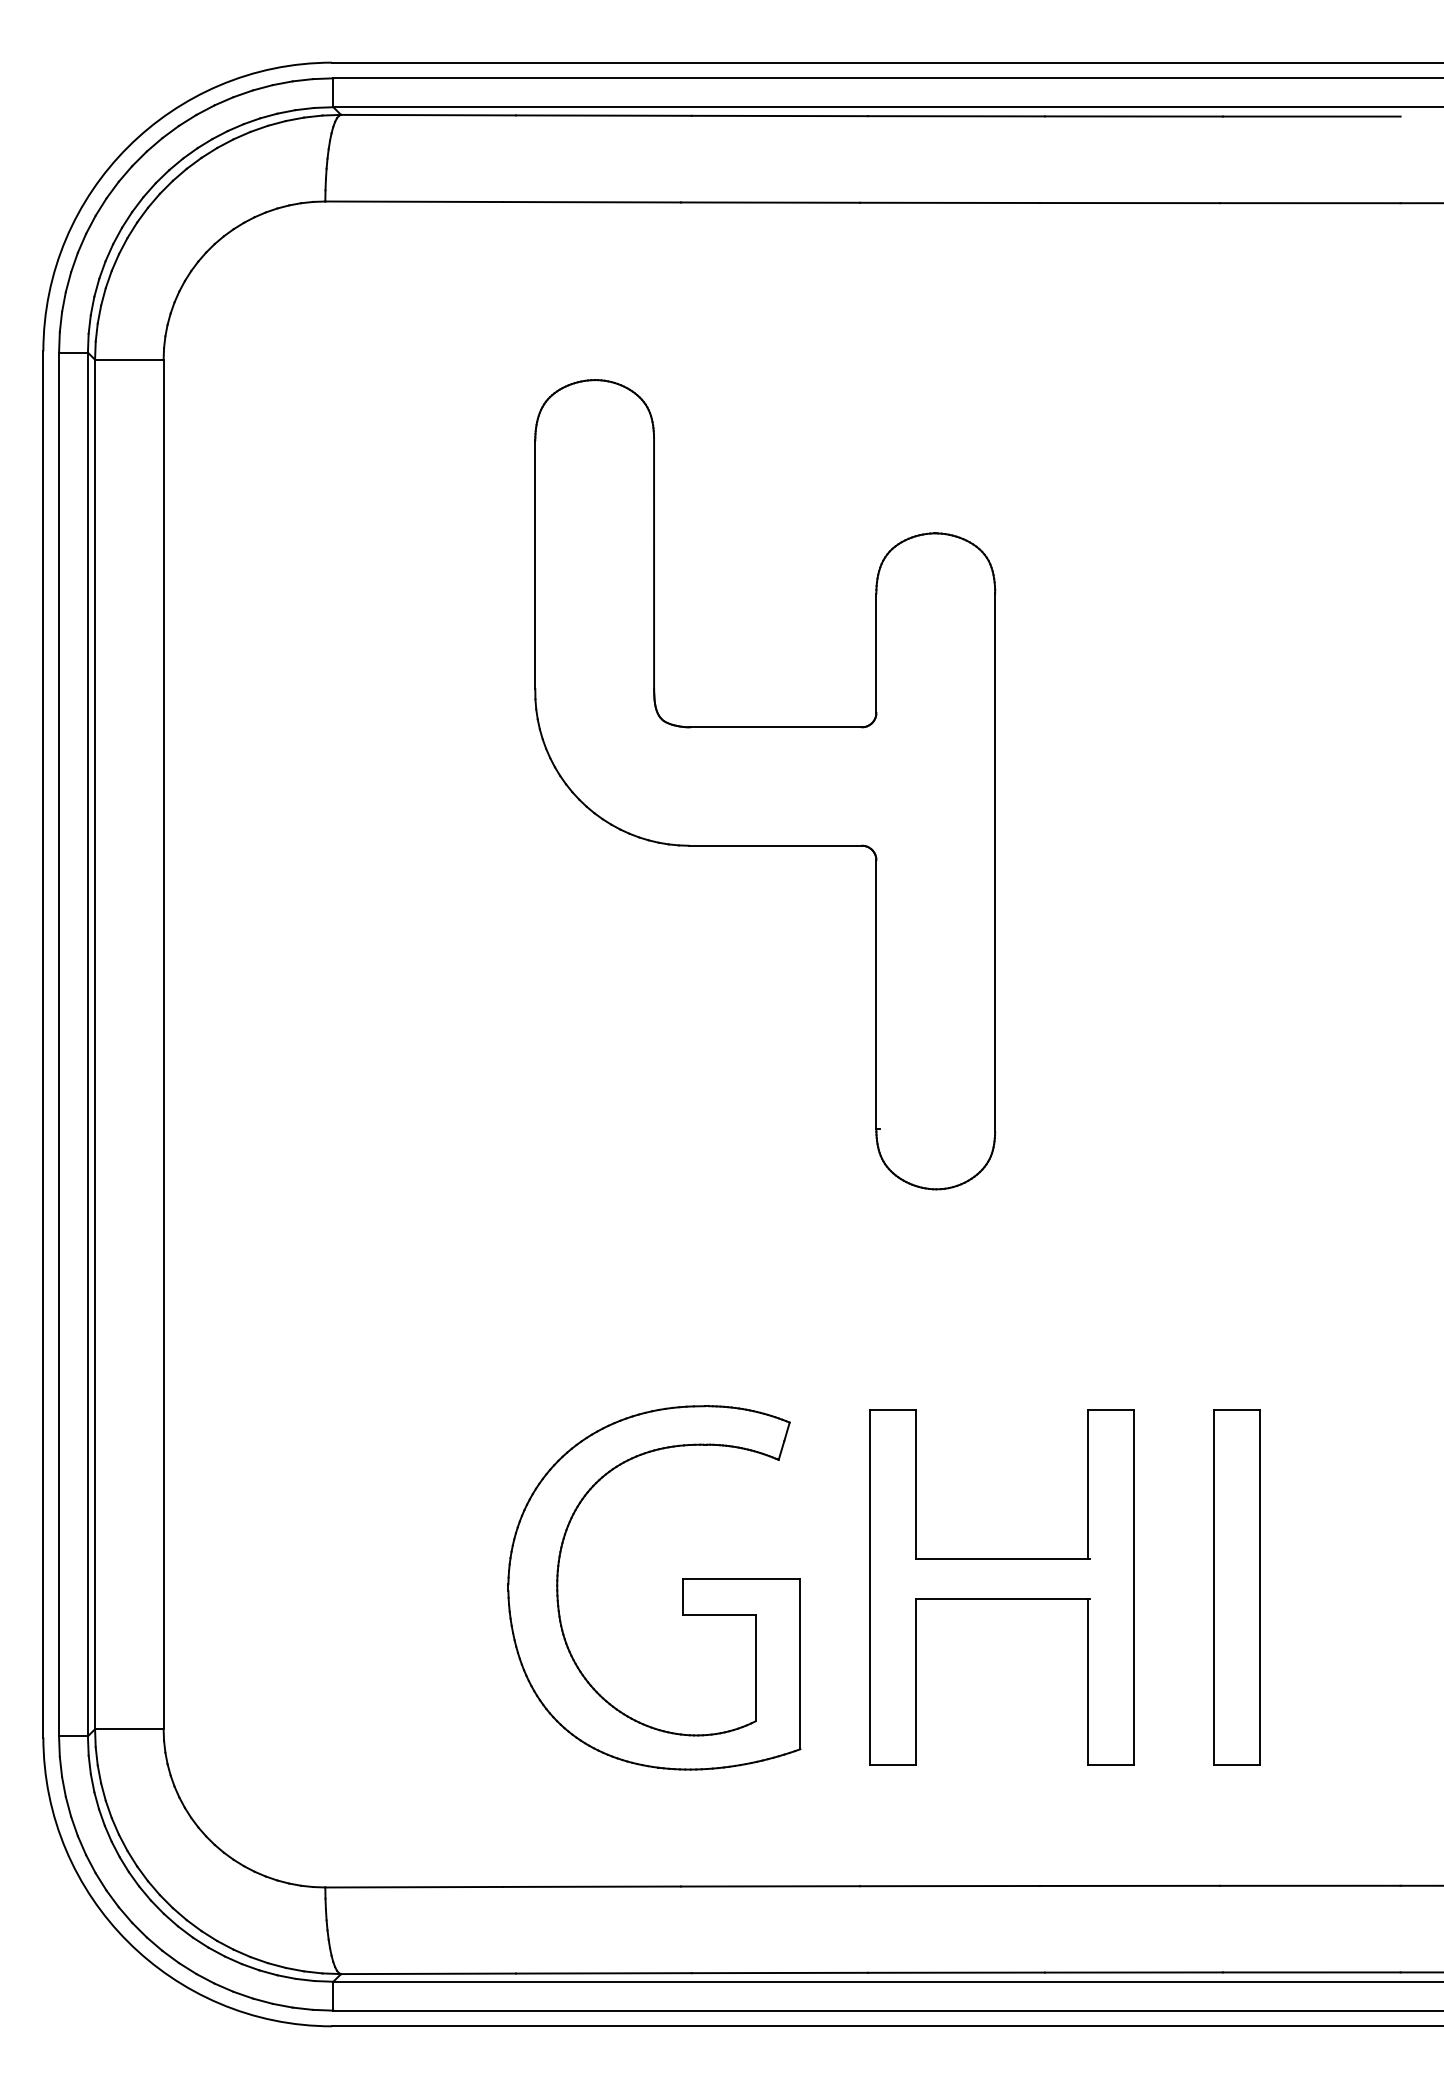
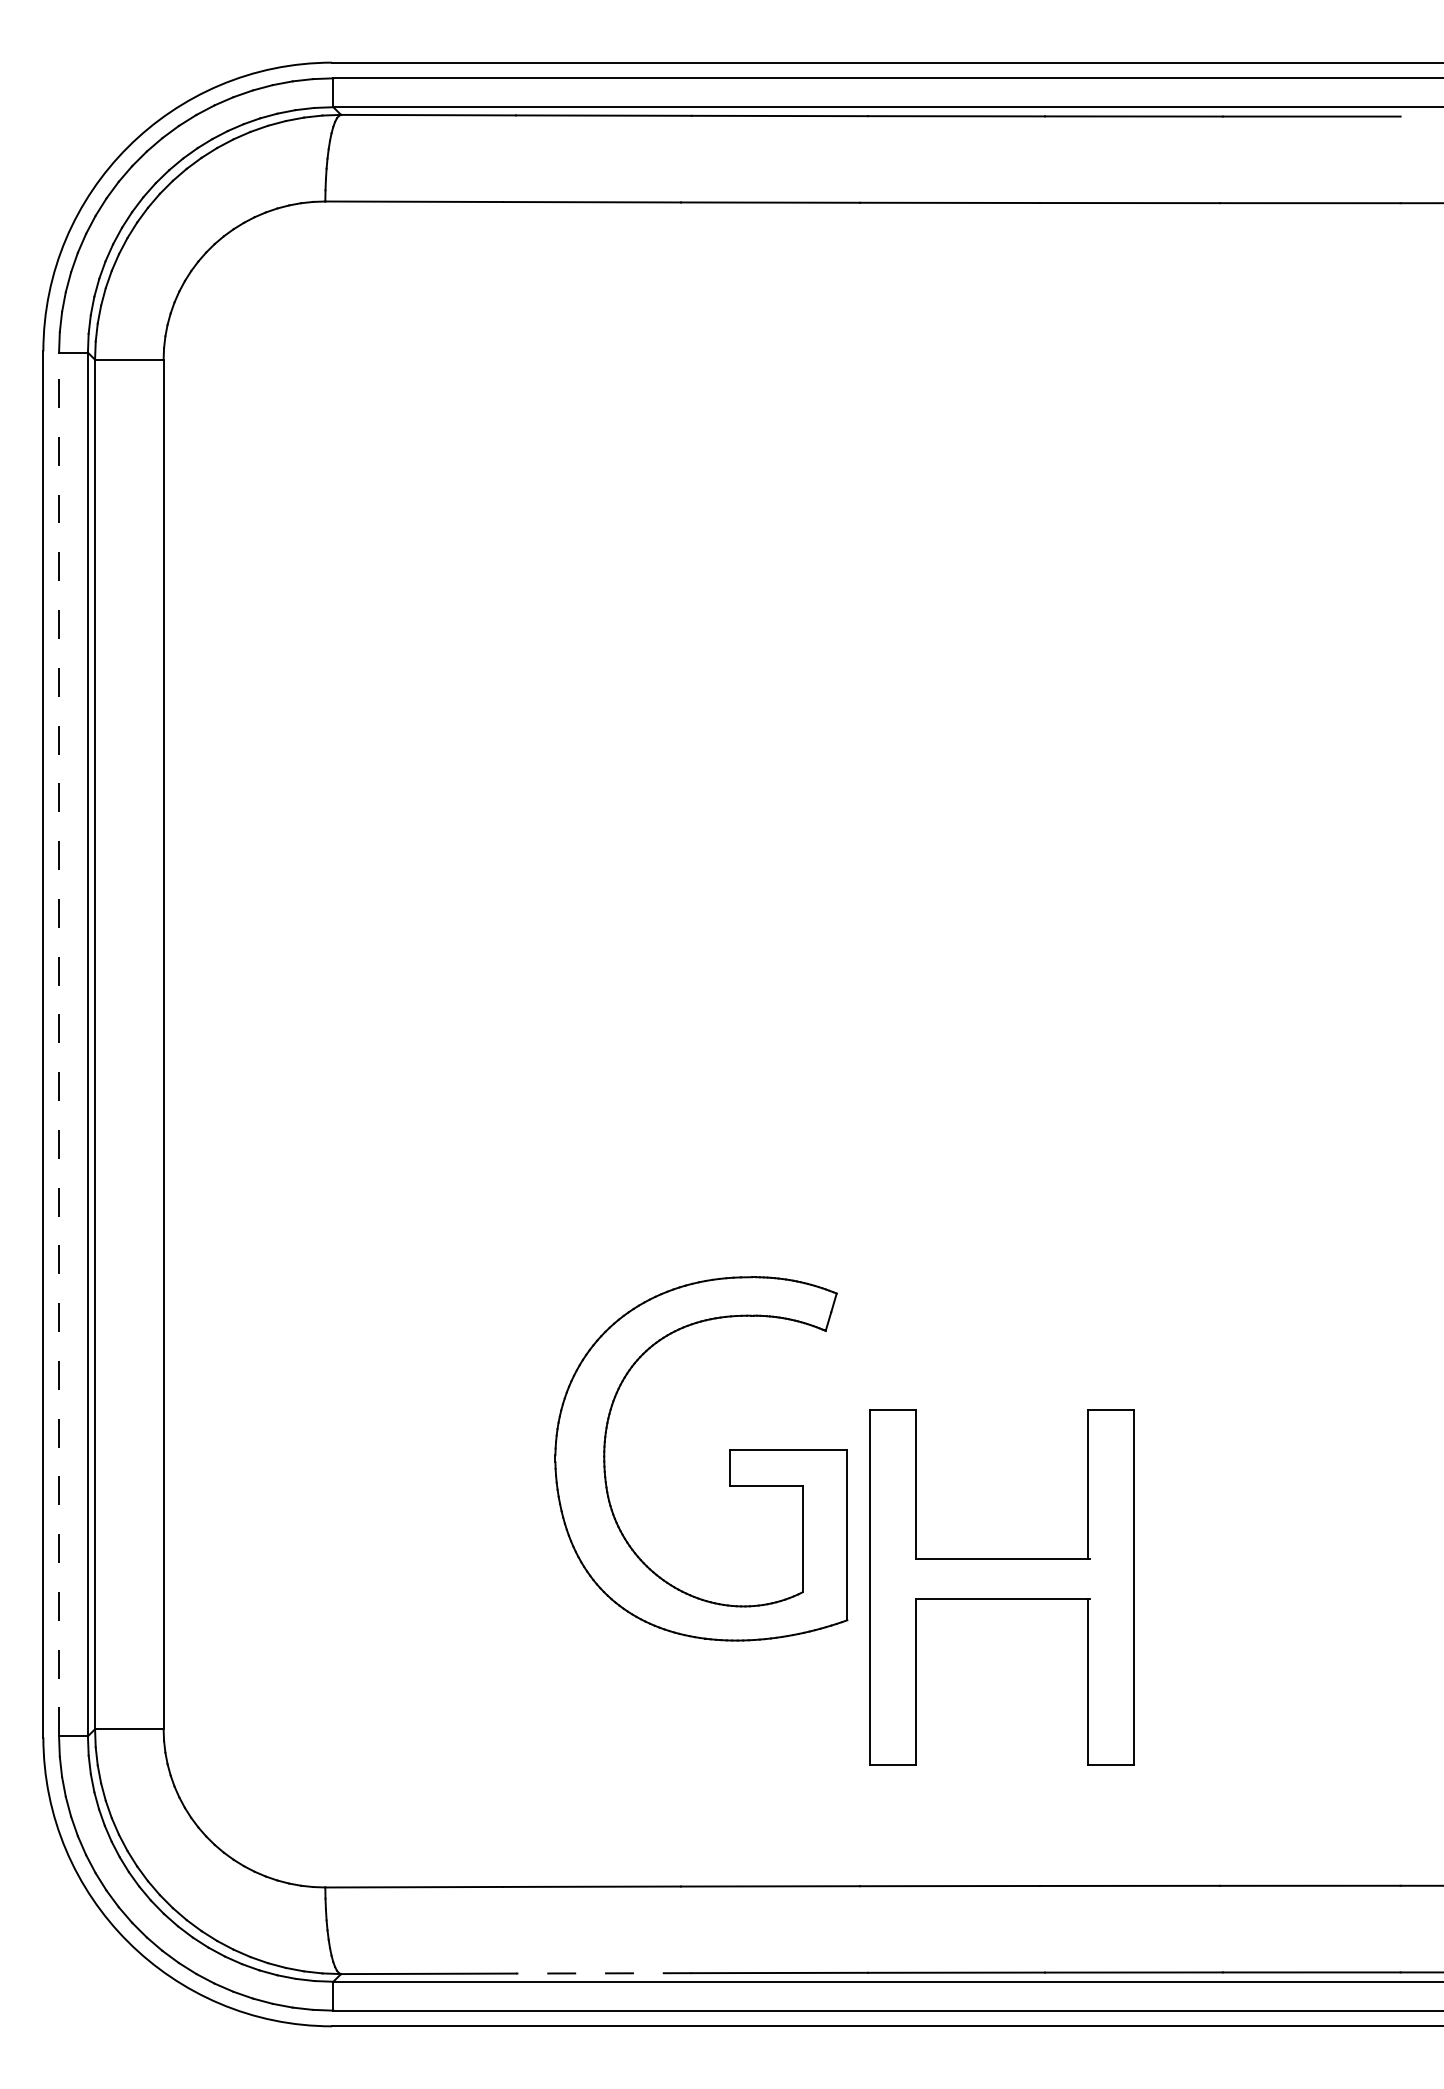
part at (765, 784): present -> none
line at (59, 1044): solid -> dashed
part at (682, 1587) position: (682, 1587) -> (729, 1458)
part at (1236, 1587): present -> none
line at (603, 1973): solid -> dashed
